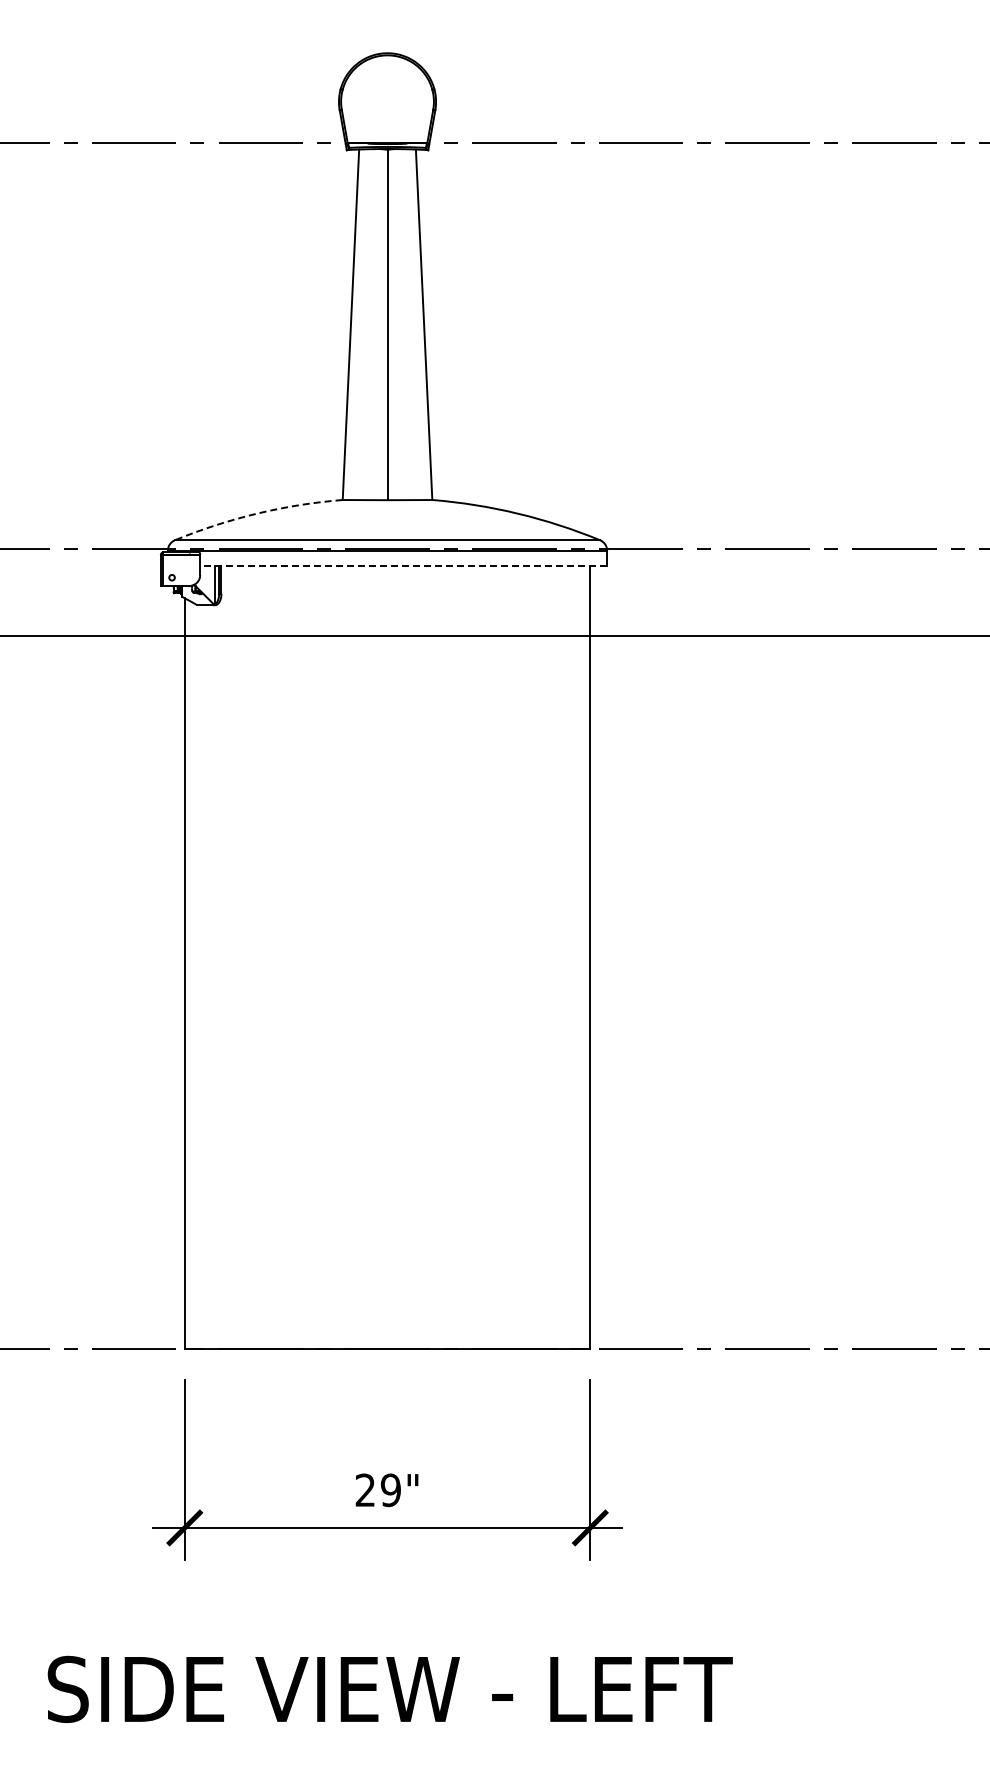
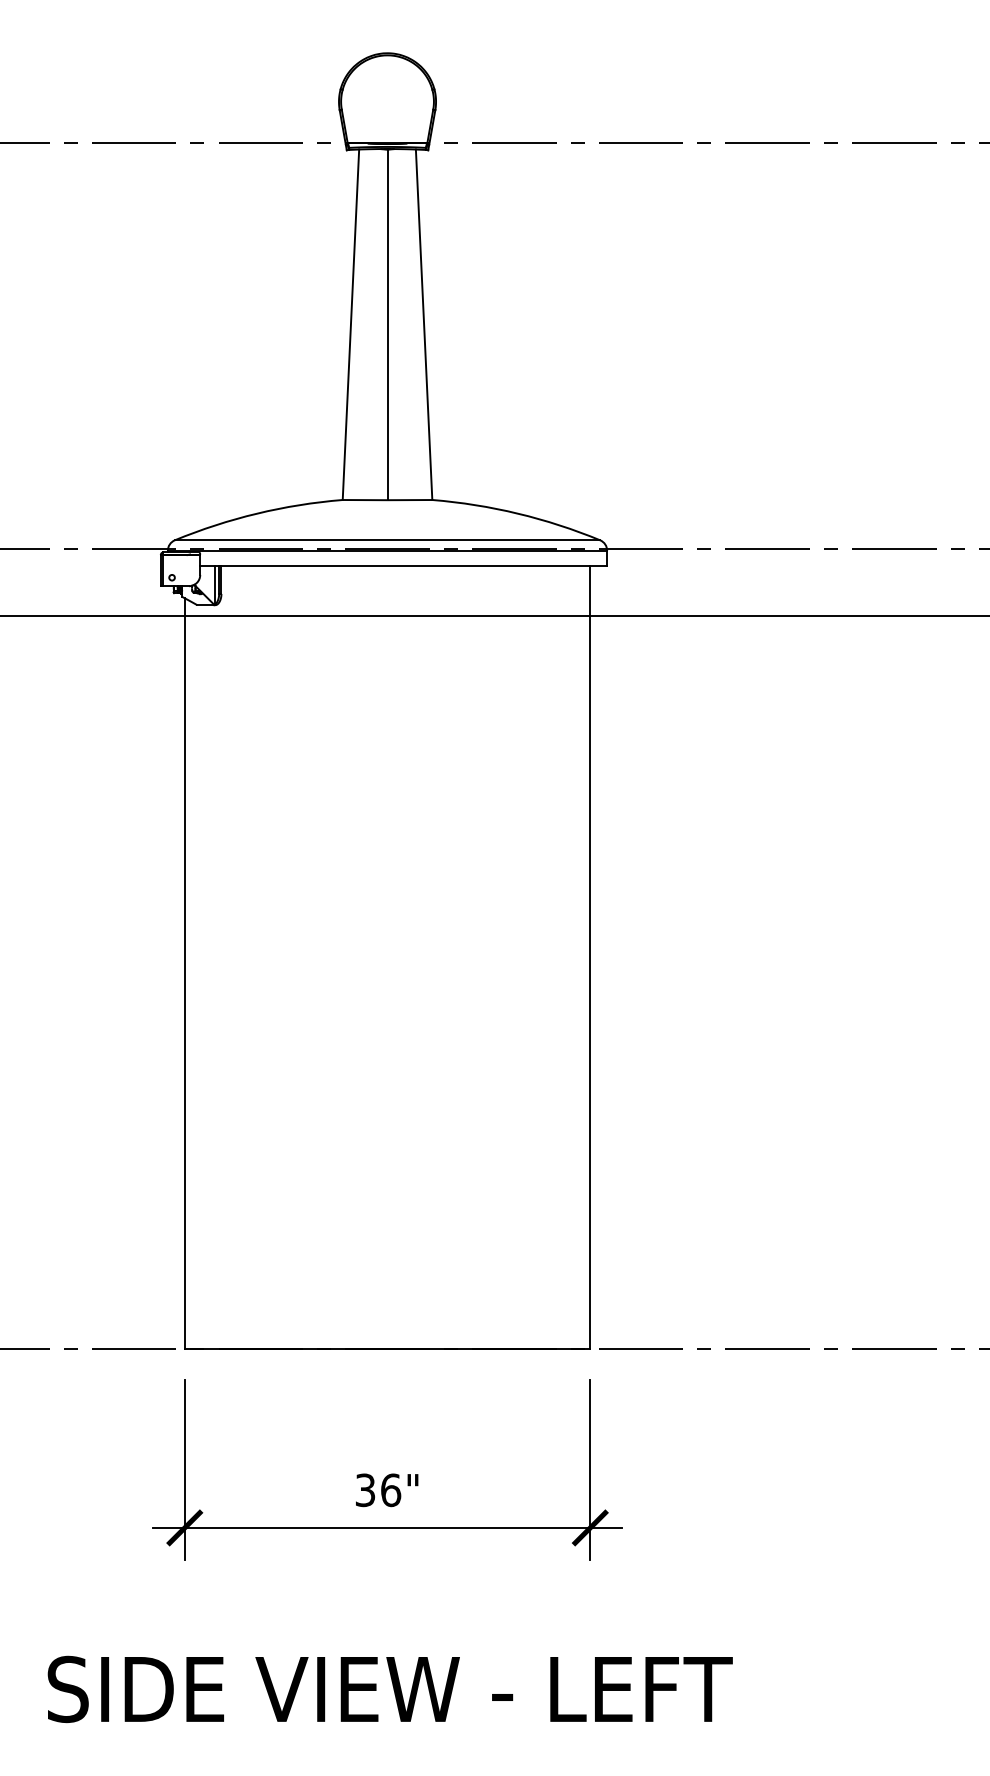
arc at (257, 513): dashed -> solid
line at (403, 565): dashed -> solid
line at (494, 636) position: (494, 636) -> (494, 616)
text at (378, 1490): 29" -> 36"
